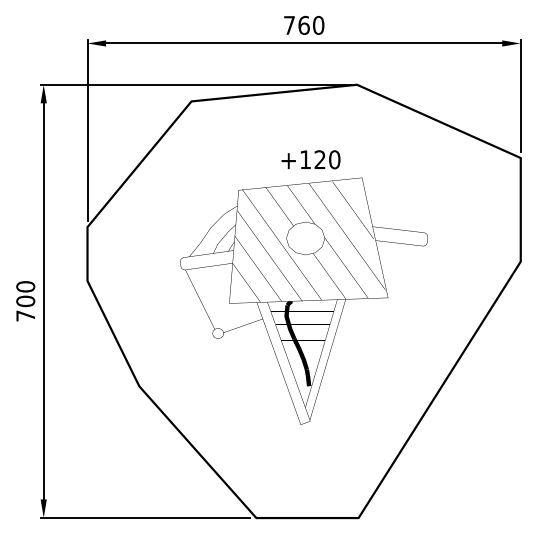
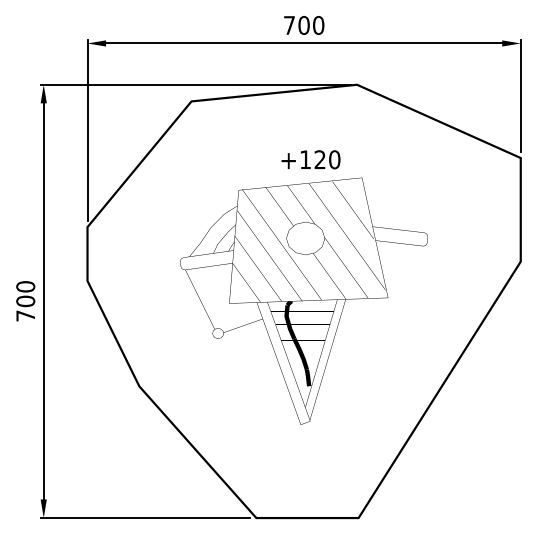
text at (303, 24): 760 -> 700
